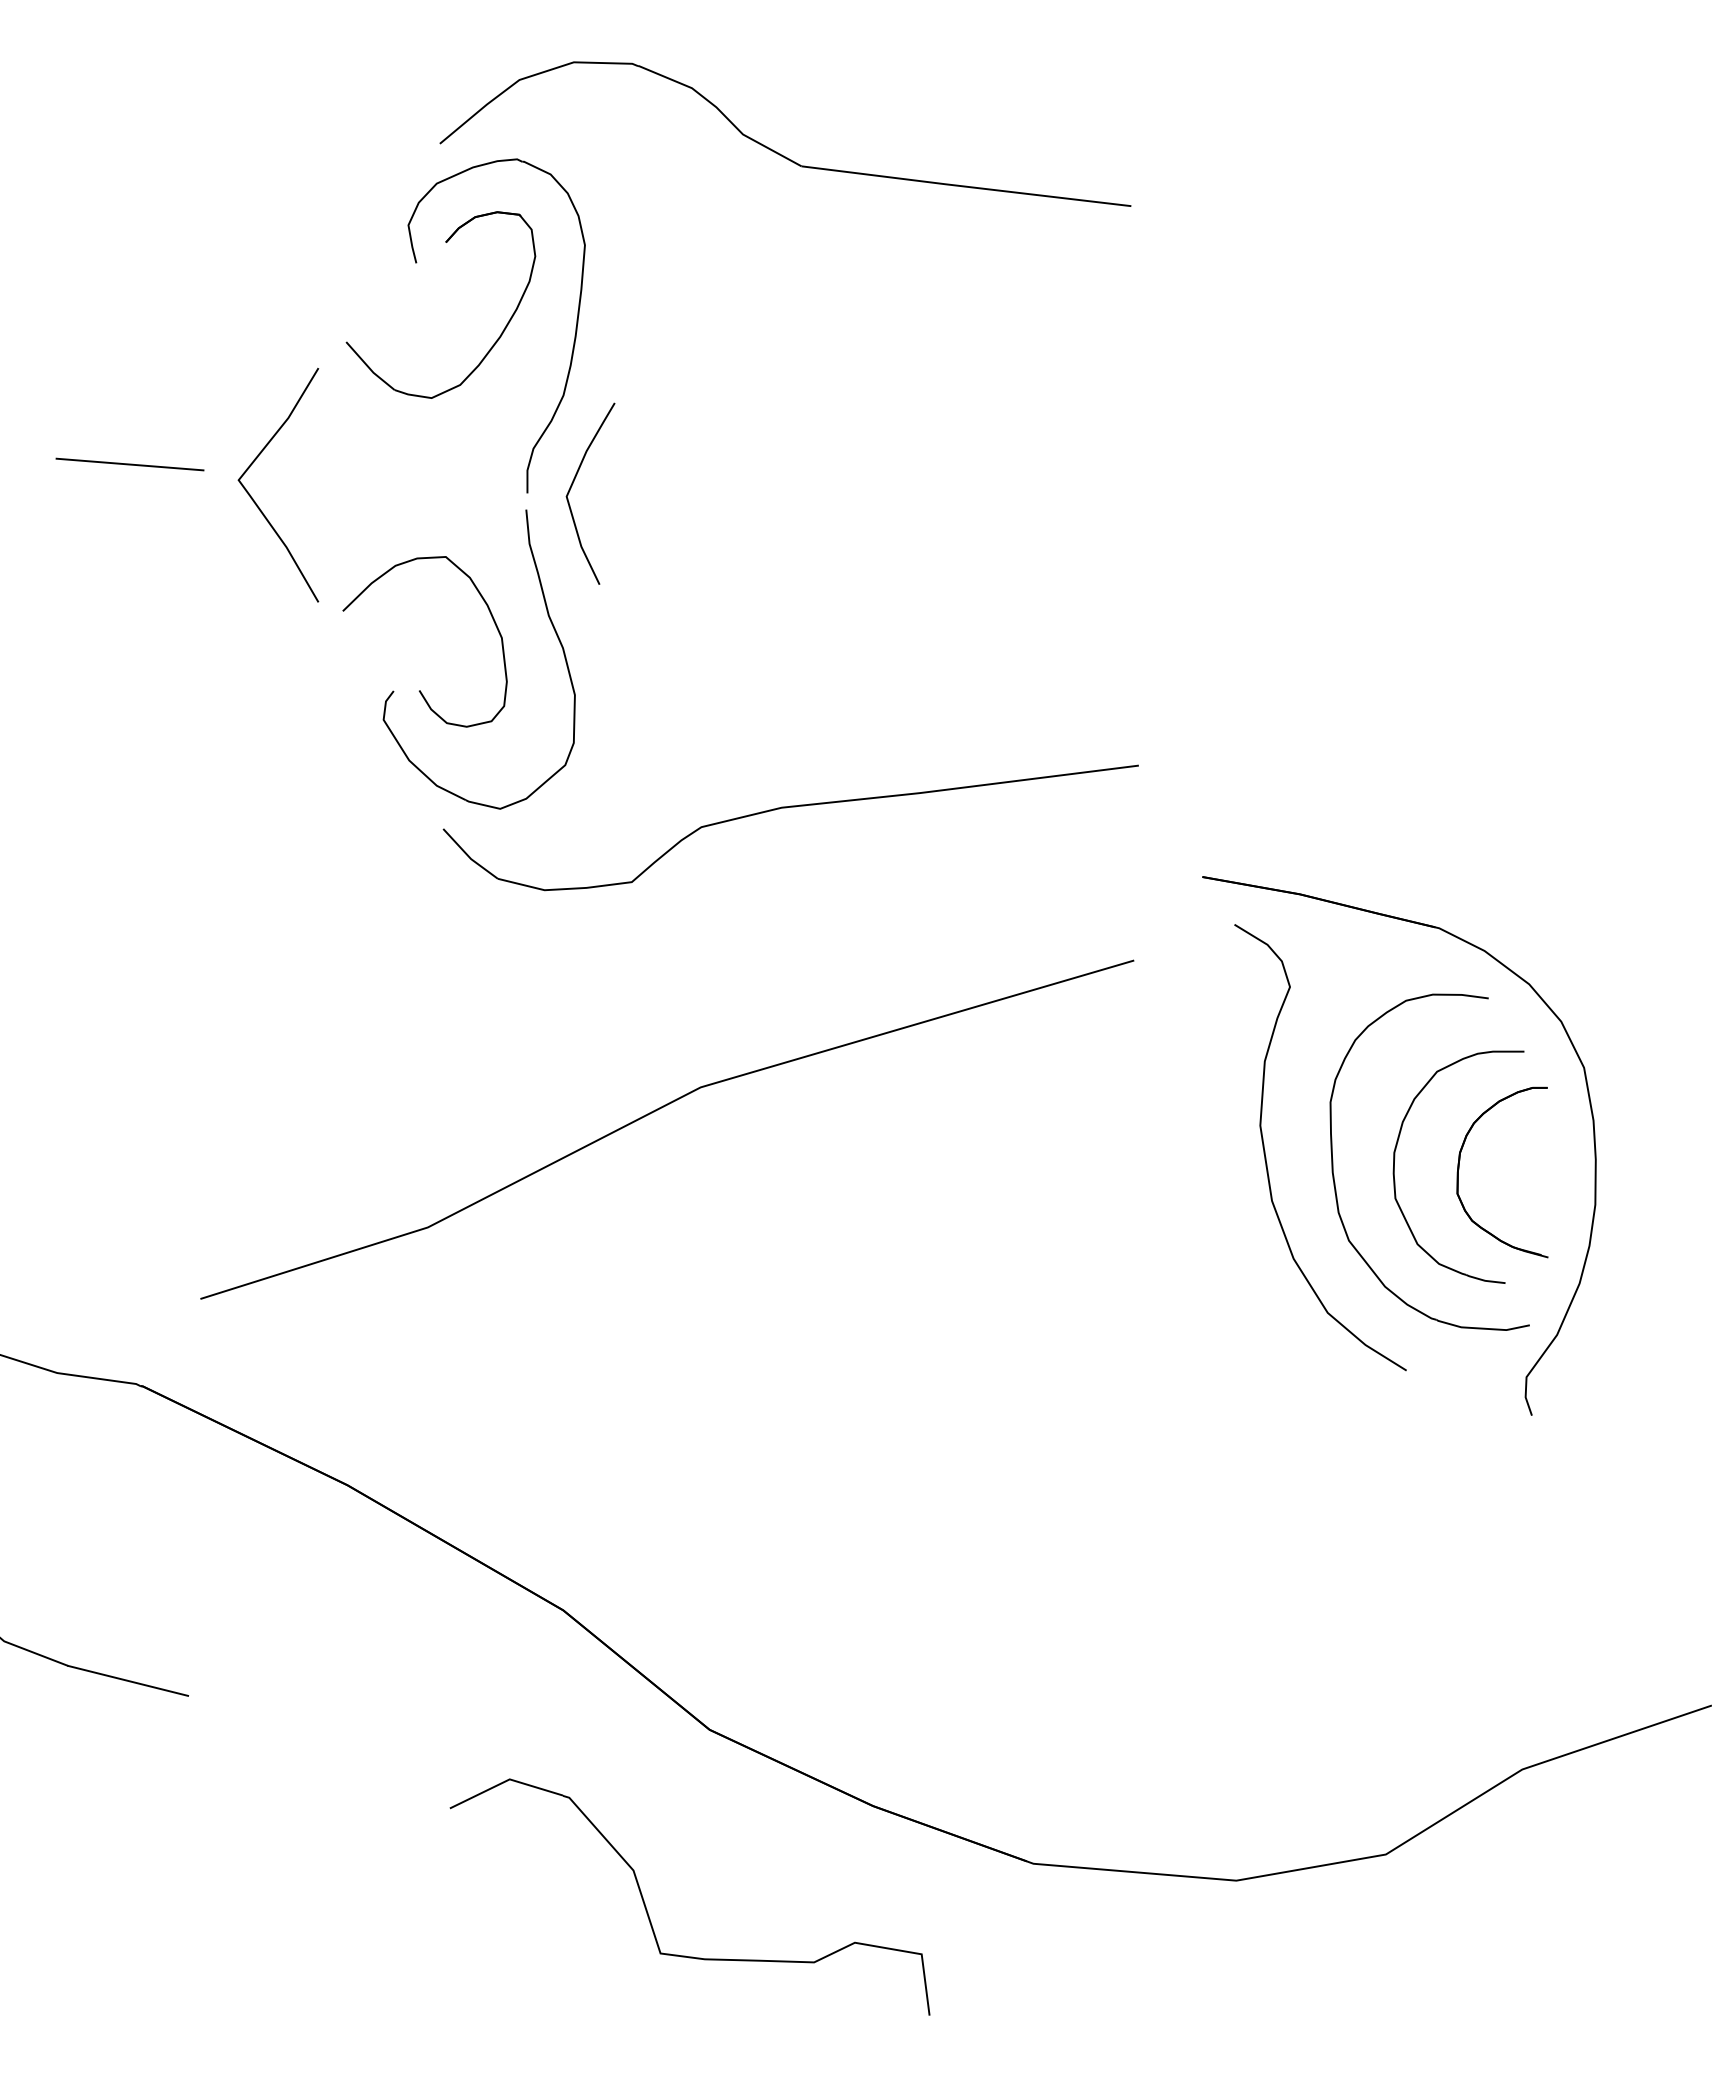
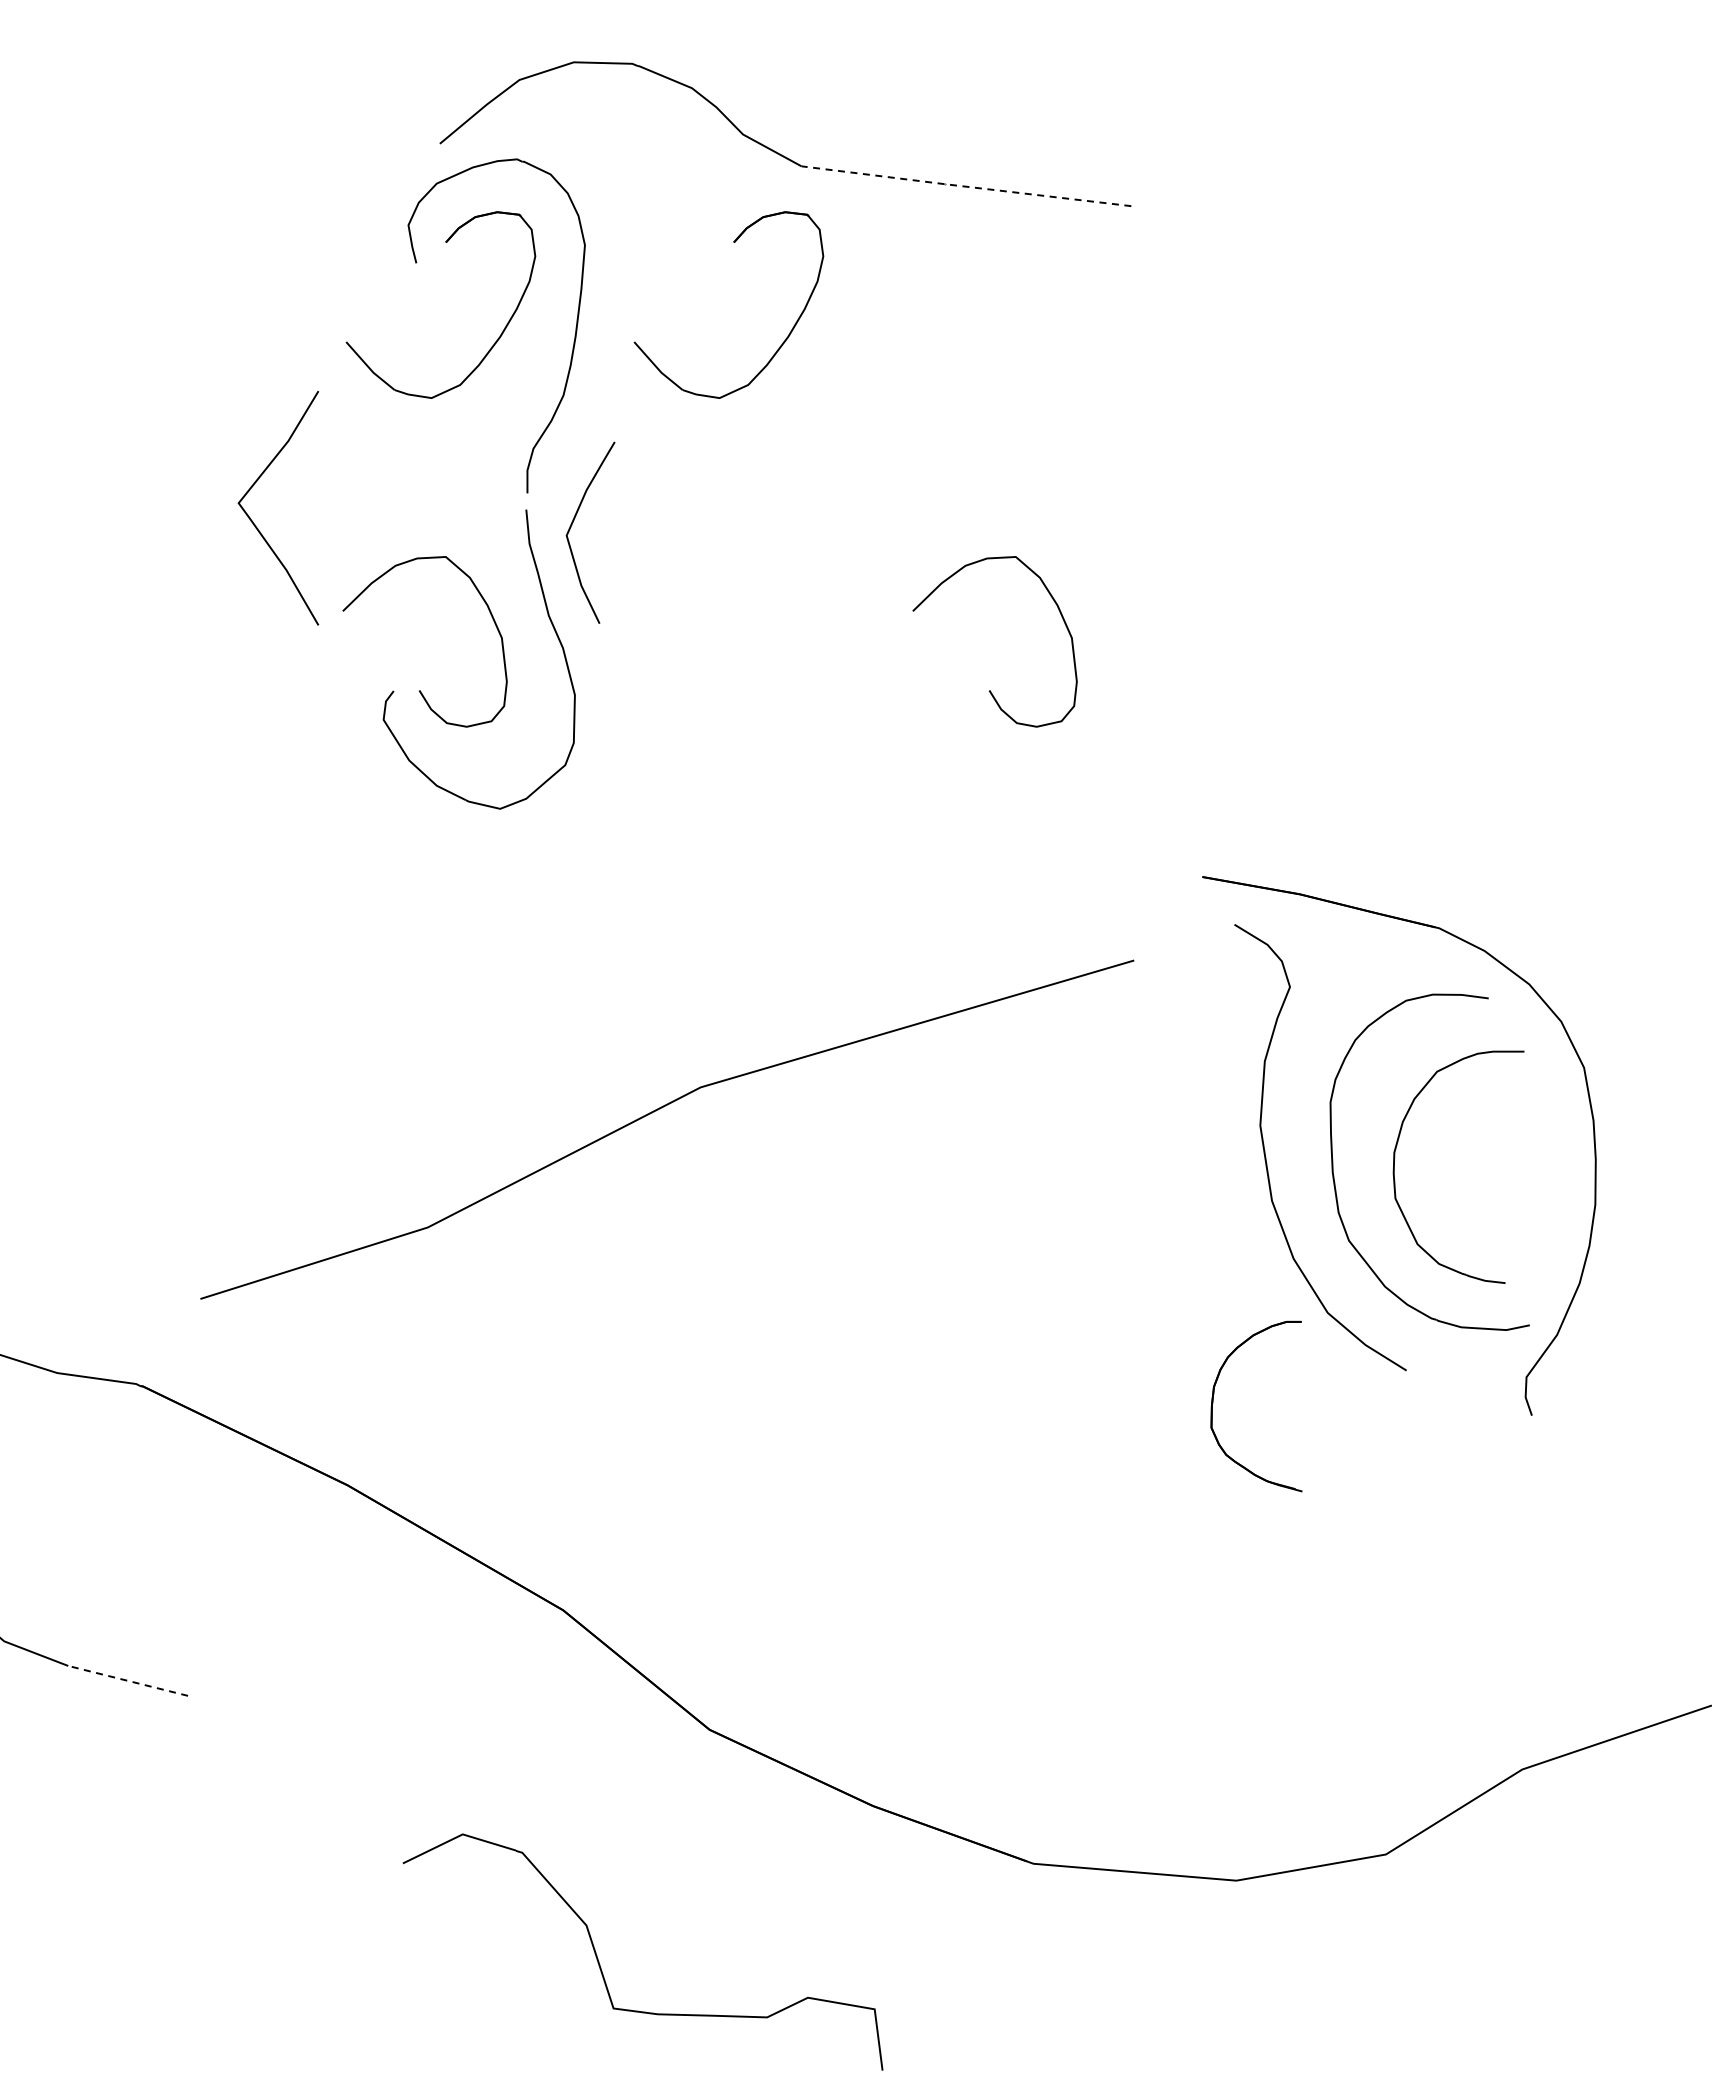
line at (964, 186): solid -> dashed
part at (733, 242): none -> present
line at (129, 464): present -> none
curve at (572, 486) position: (572, 486) -> (572, 525)
curve at (255, 501) position: (255, 501) -> (255, 524)
curve at (990, 690): none -> present
part at (786, 808): present -> none
part at (1459, 1169) position: (1459, 1169) -> (1213, 1403)
line at (128, 1680): solid -> dashed
part at (647, 1909) position: (647, 1909) -> (600, 1964)
